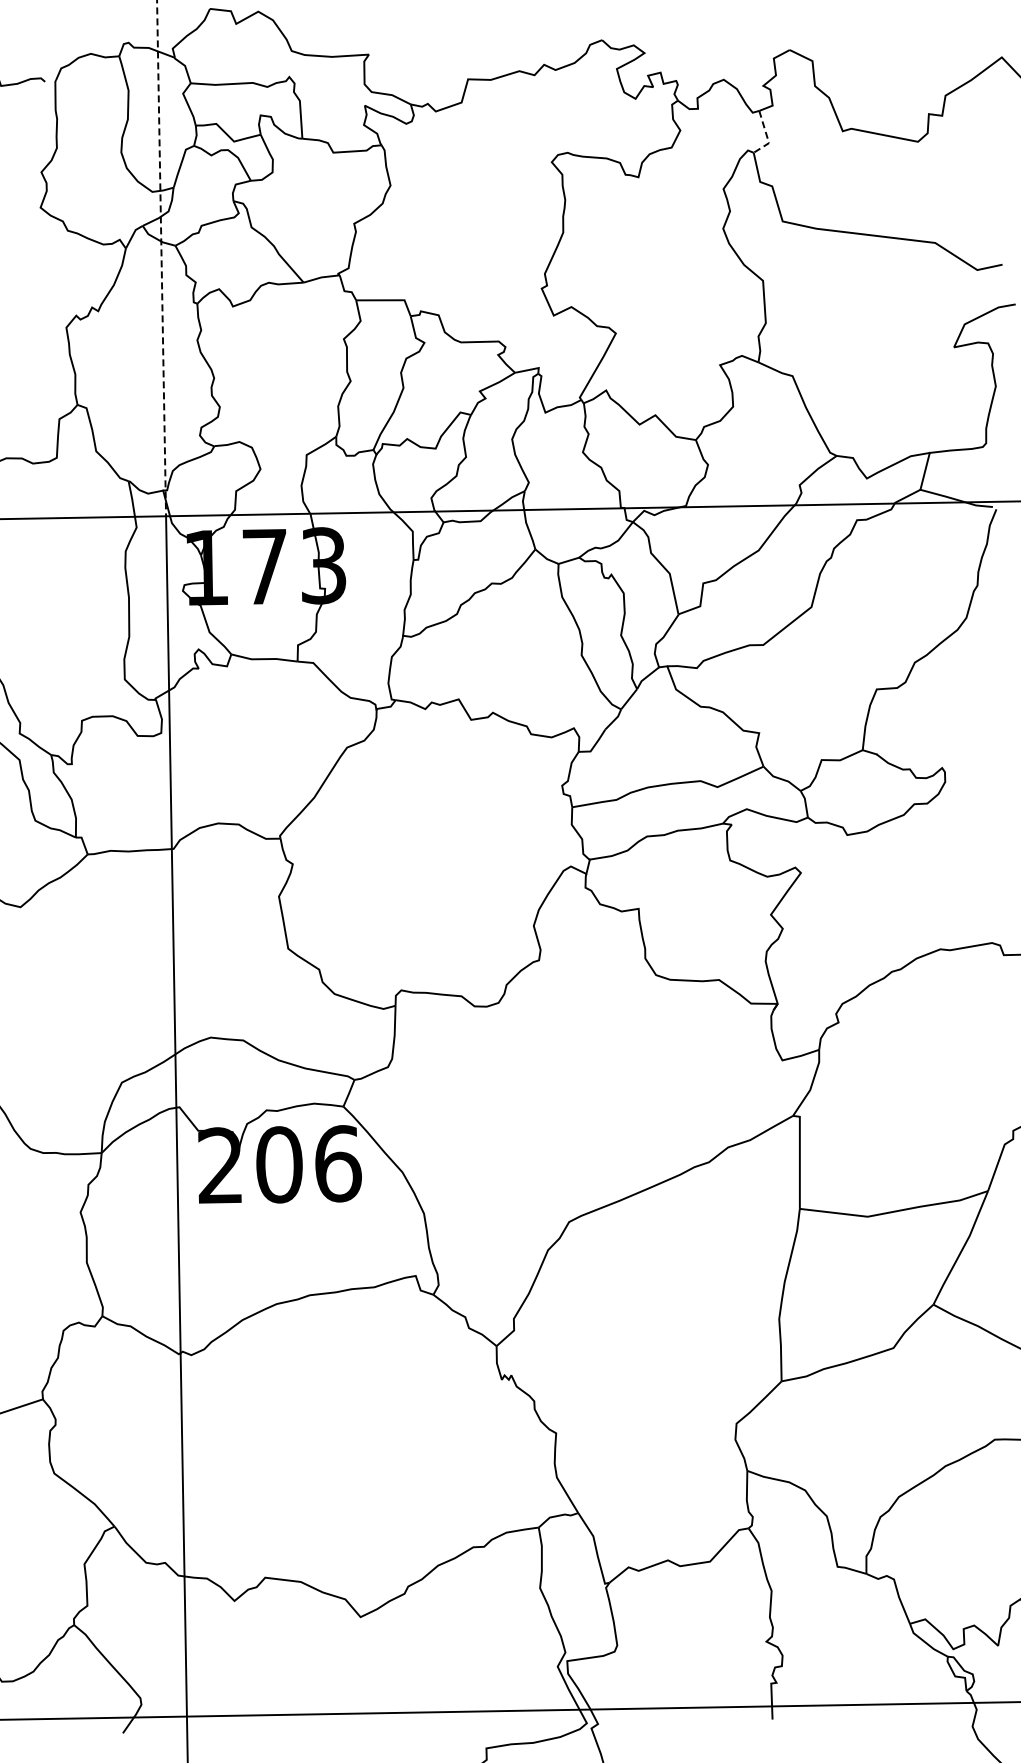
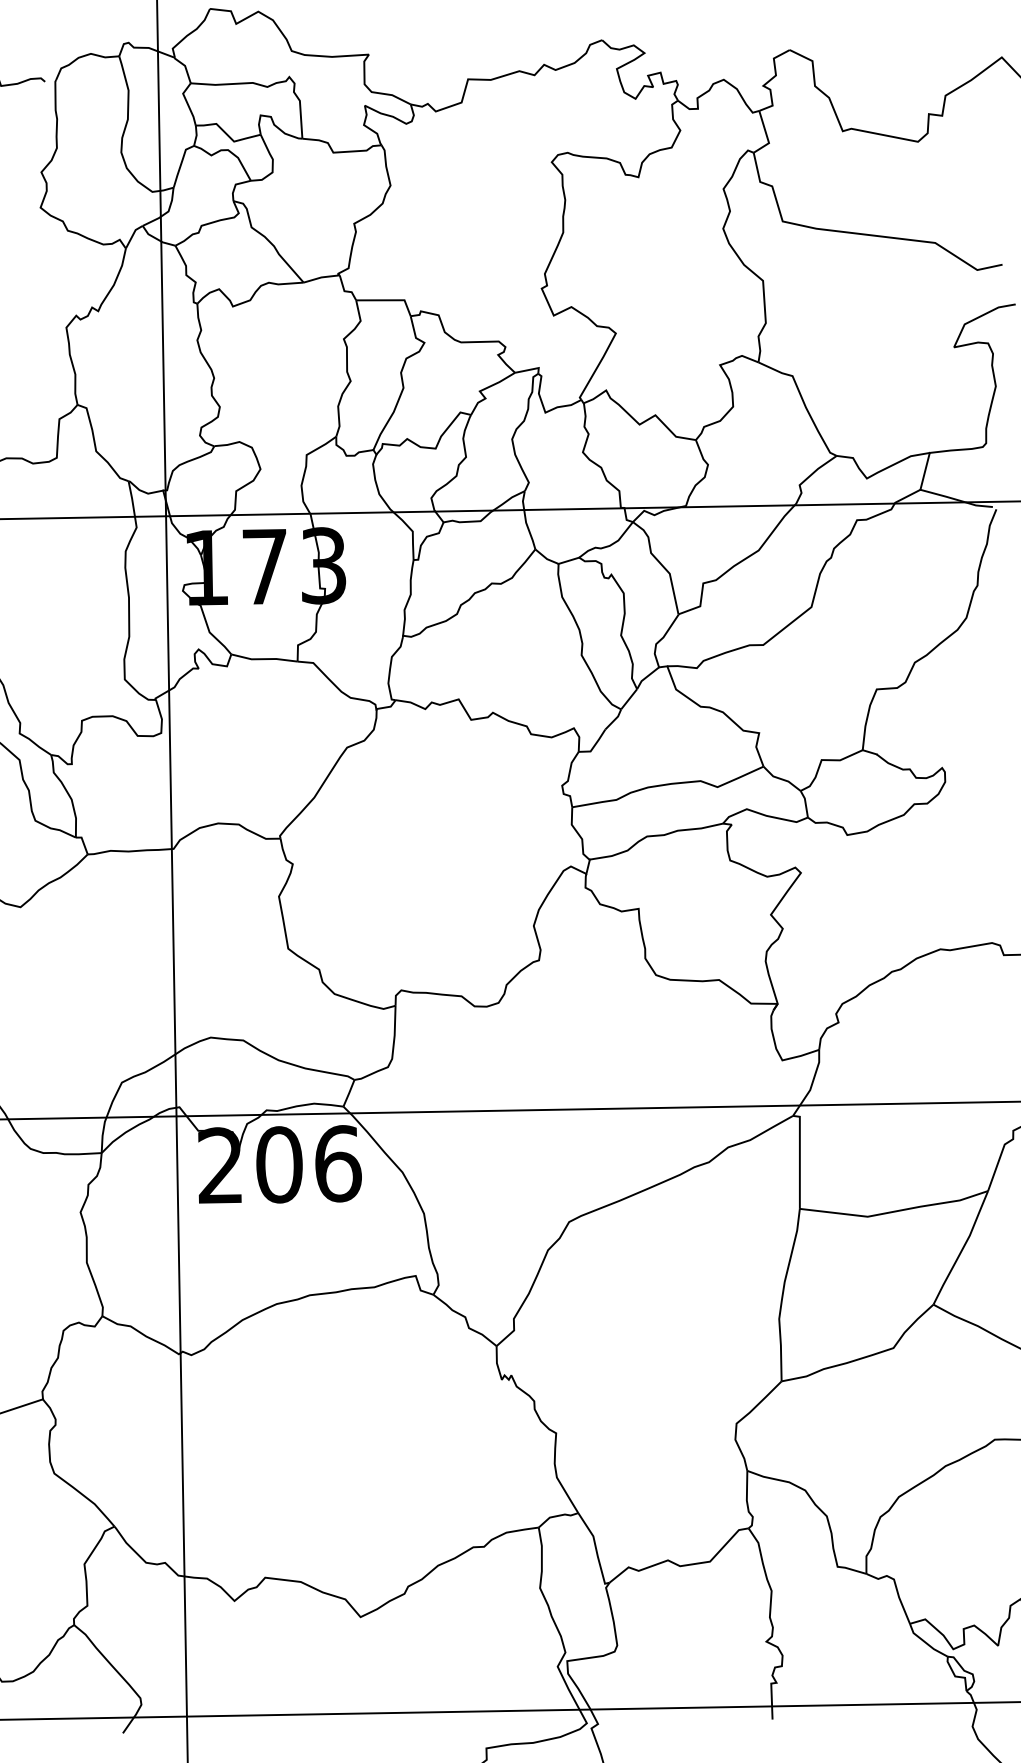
line at (767, 136): dashed -> solid
line at (161, 258): dashed -> solid
line at (509, 1110): none -> present
